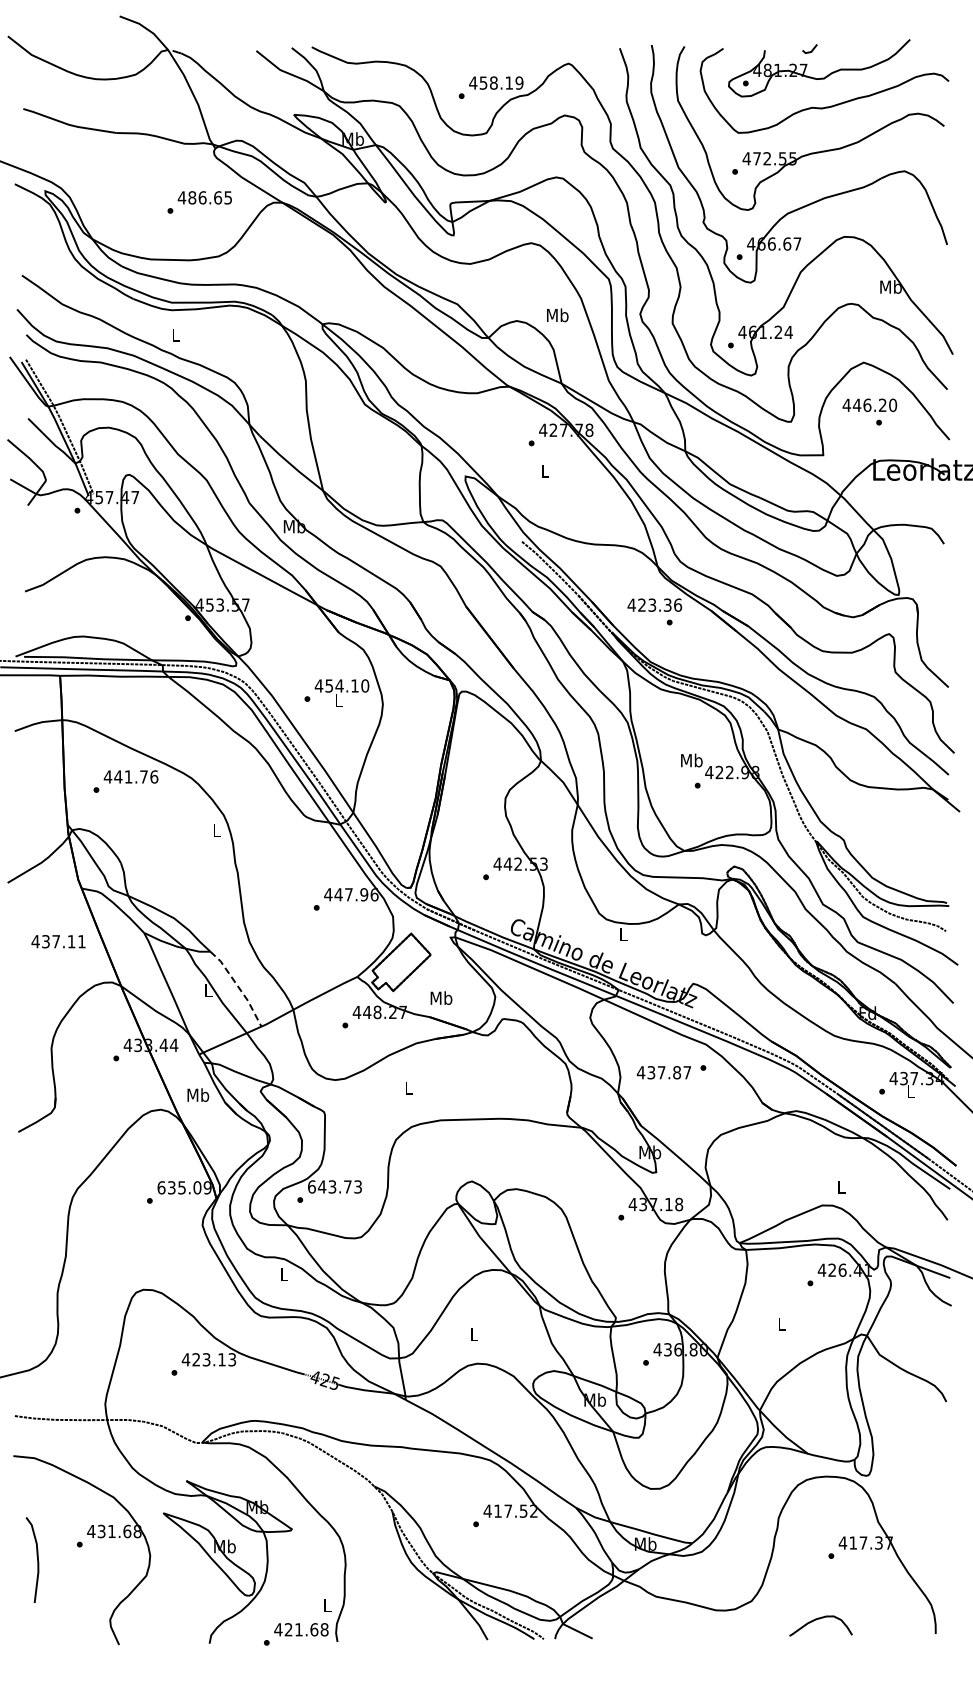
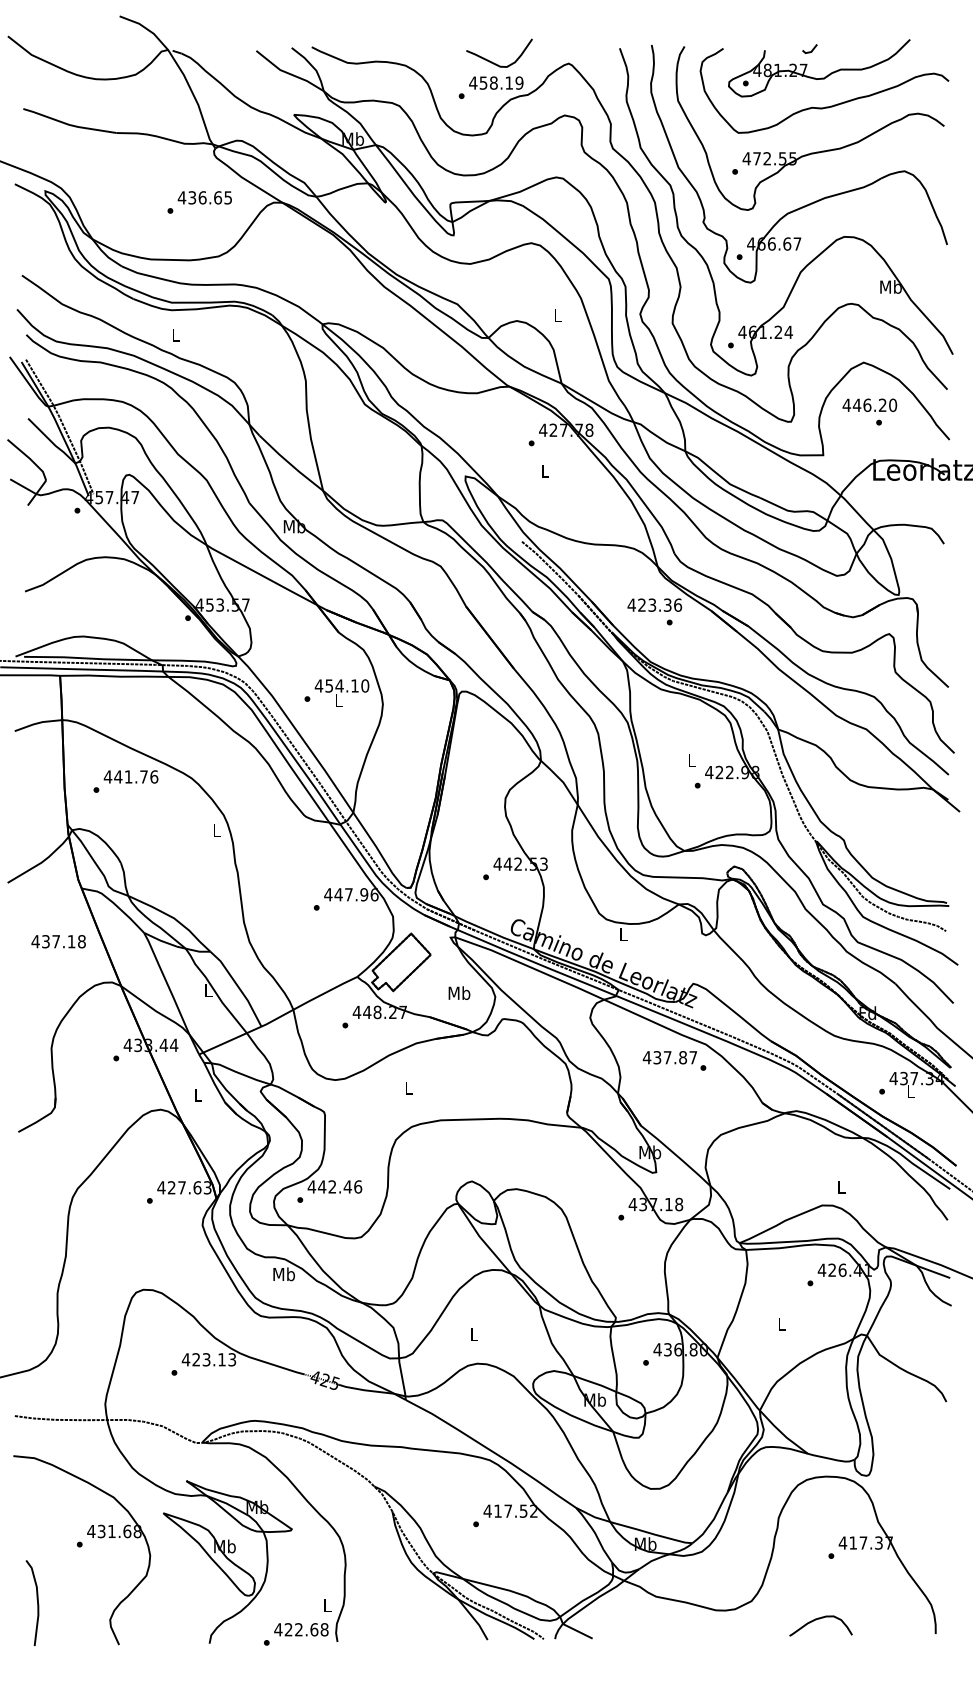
curve at (494, 62): none -> present
text at (192, 197): 486.65 -> 436.65
text at (557, 315): Mb -> L
text at (691, 760): Mb -> L
text at (81, 941): 437.11 -> 437.18
line at (239, 987): dashed -> solid
text at (441, 997) position: (441, 997) -> (459, 992)
text at (663, 1072) position: (663, 1072) -> (669, 1057)
text at (198, 1094): Mb -> L
text at (334, 1186): 643.73 -> 442.46
text at (184, 1187): 635.09 -> 427.63
text at (283, 1274): L -> Mb
curve at (36, 1556) position: (36, 1556) -> (36, 1599)
text at (298, 1629): 421.68 -> 422.68
